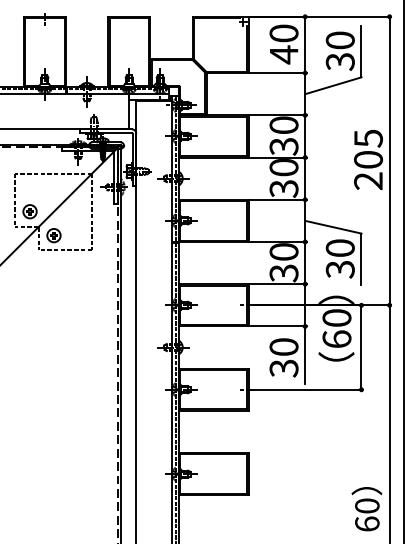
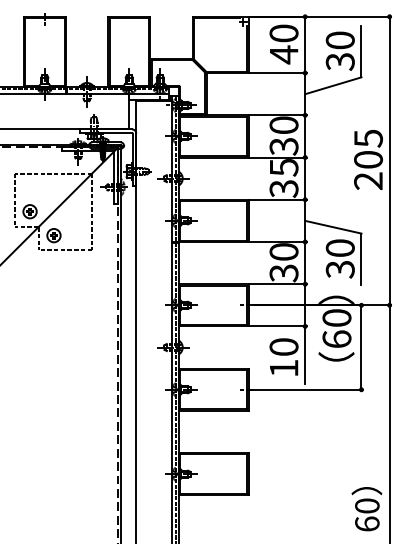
text at (283, 167): 30 -> 35
line at (403, 271): present -> none
text at (283, 368): 30 -> 10
